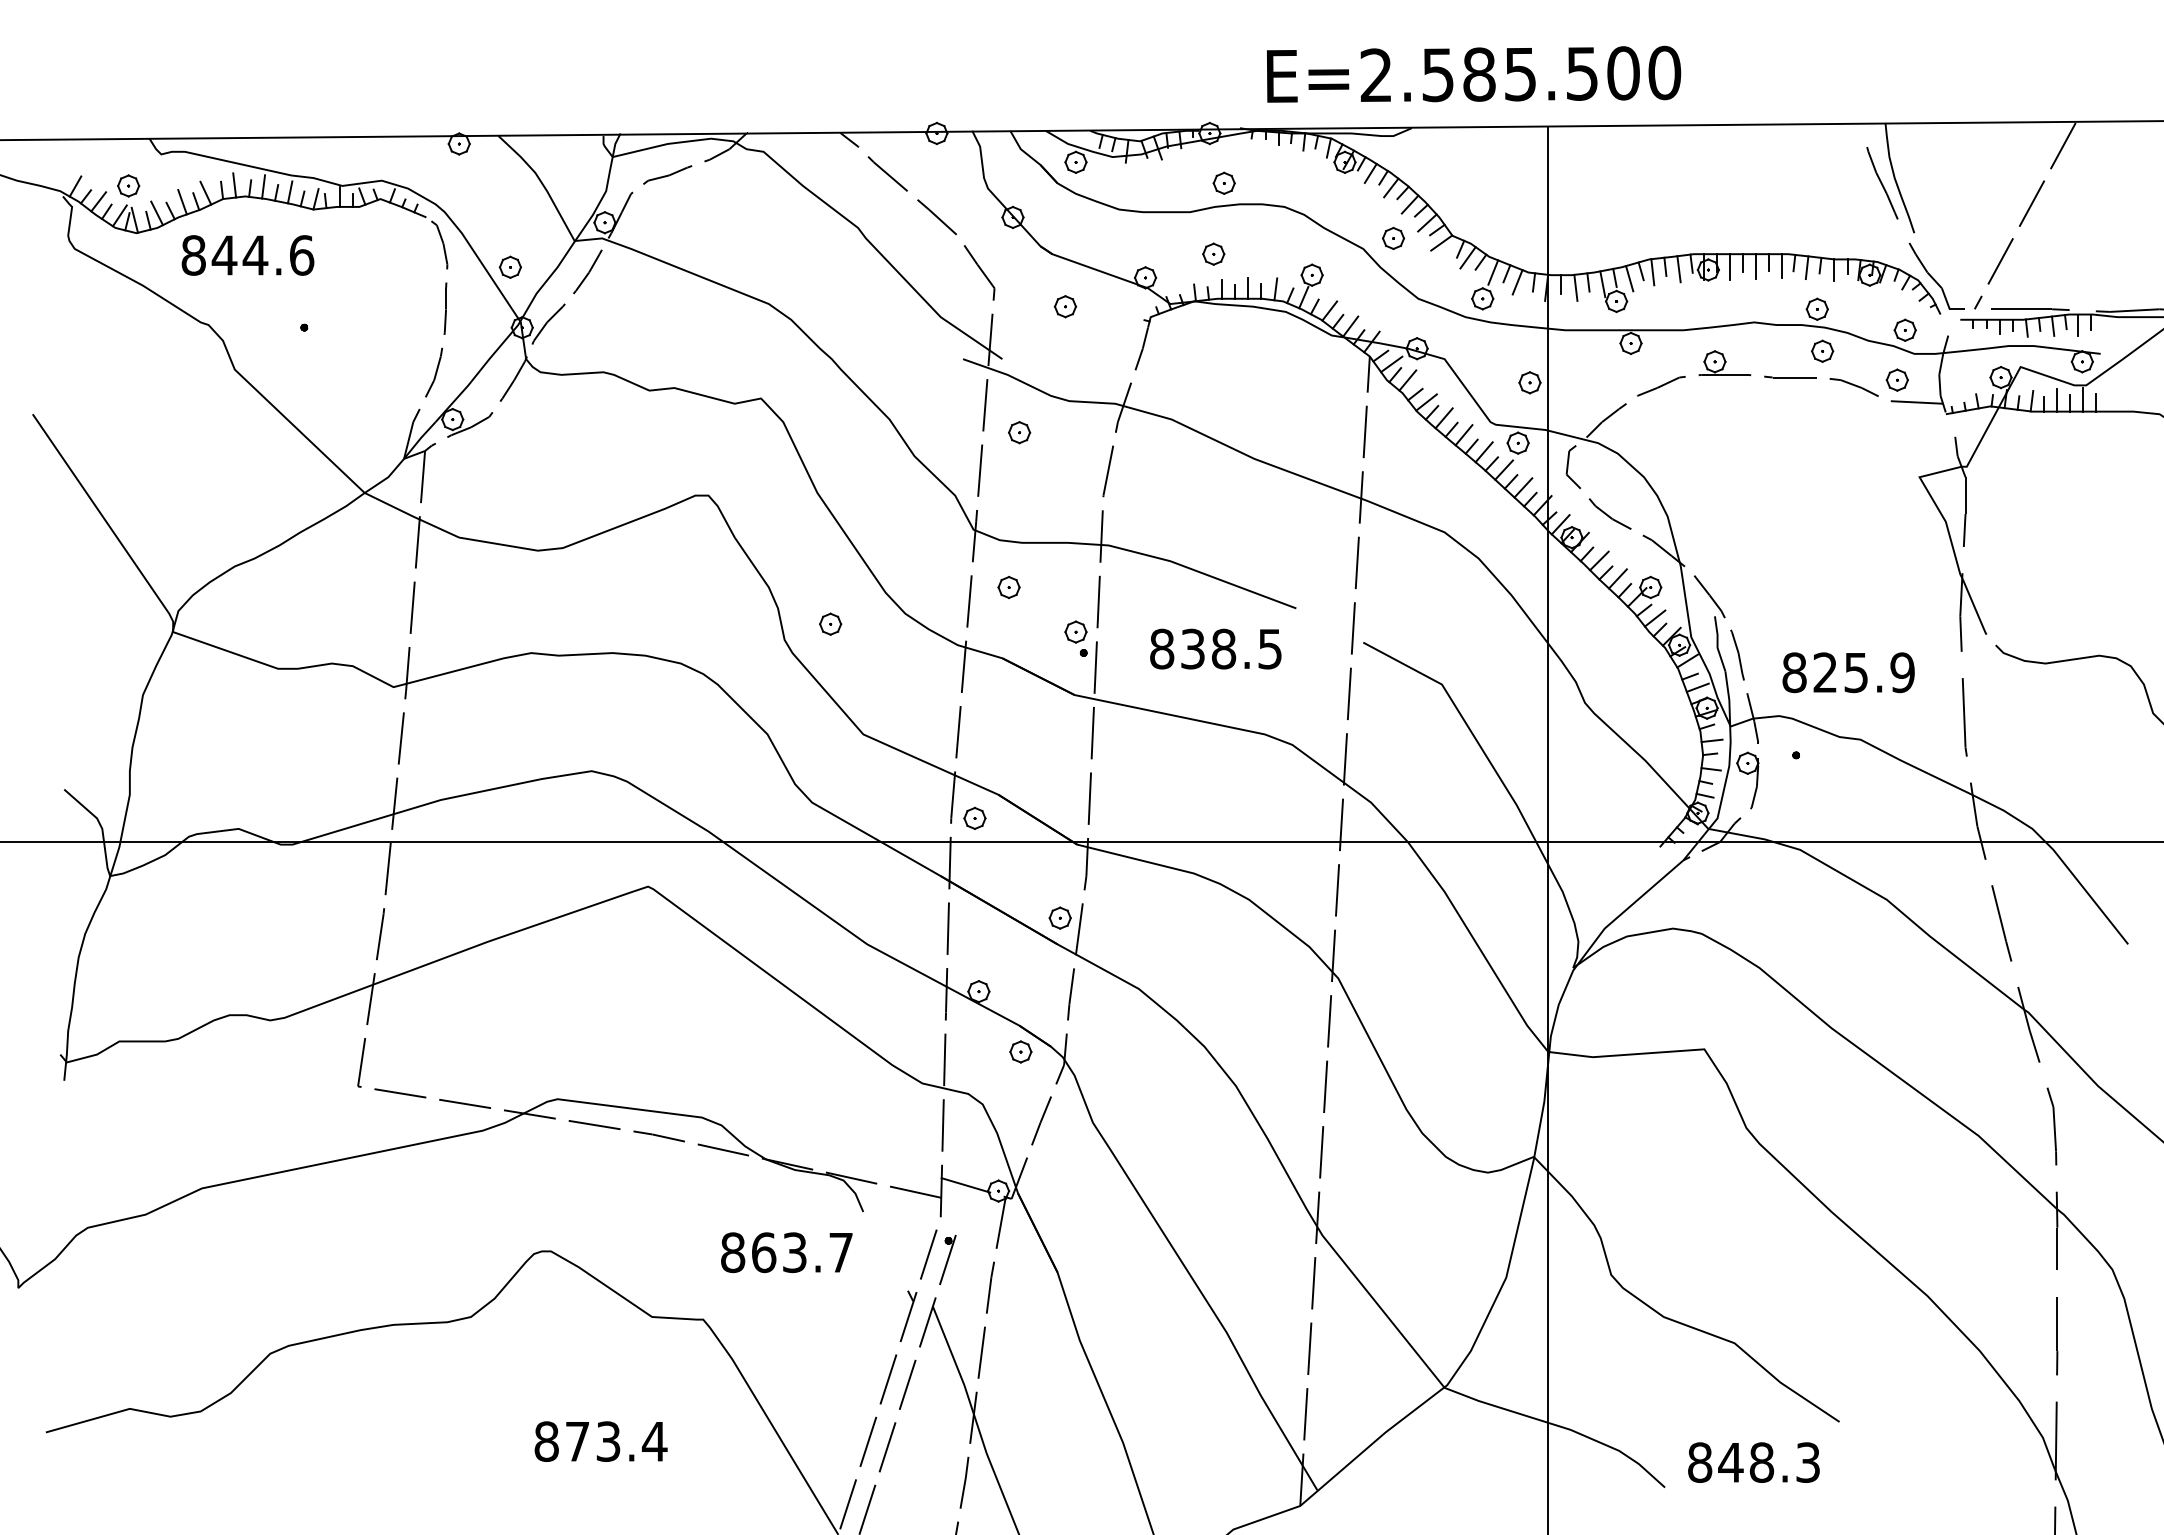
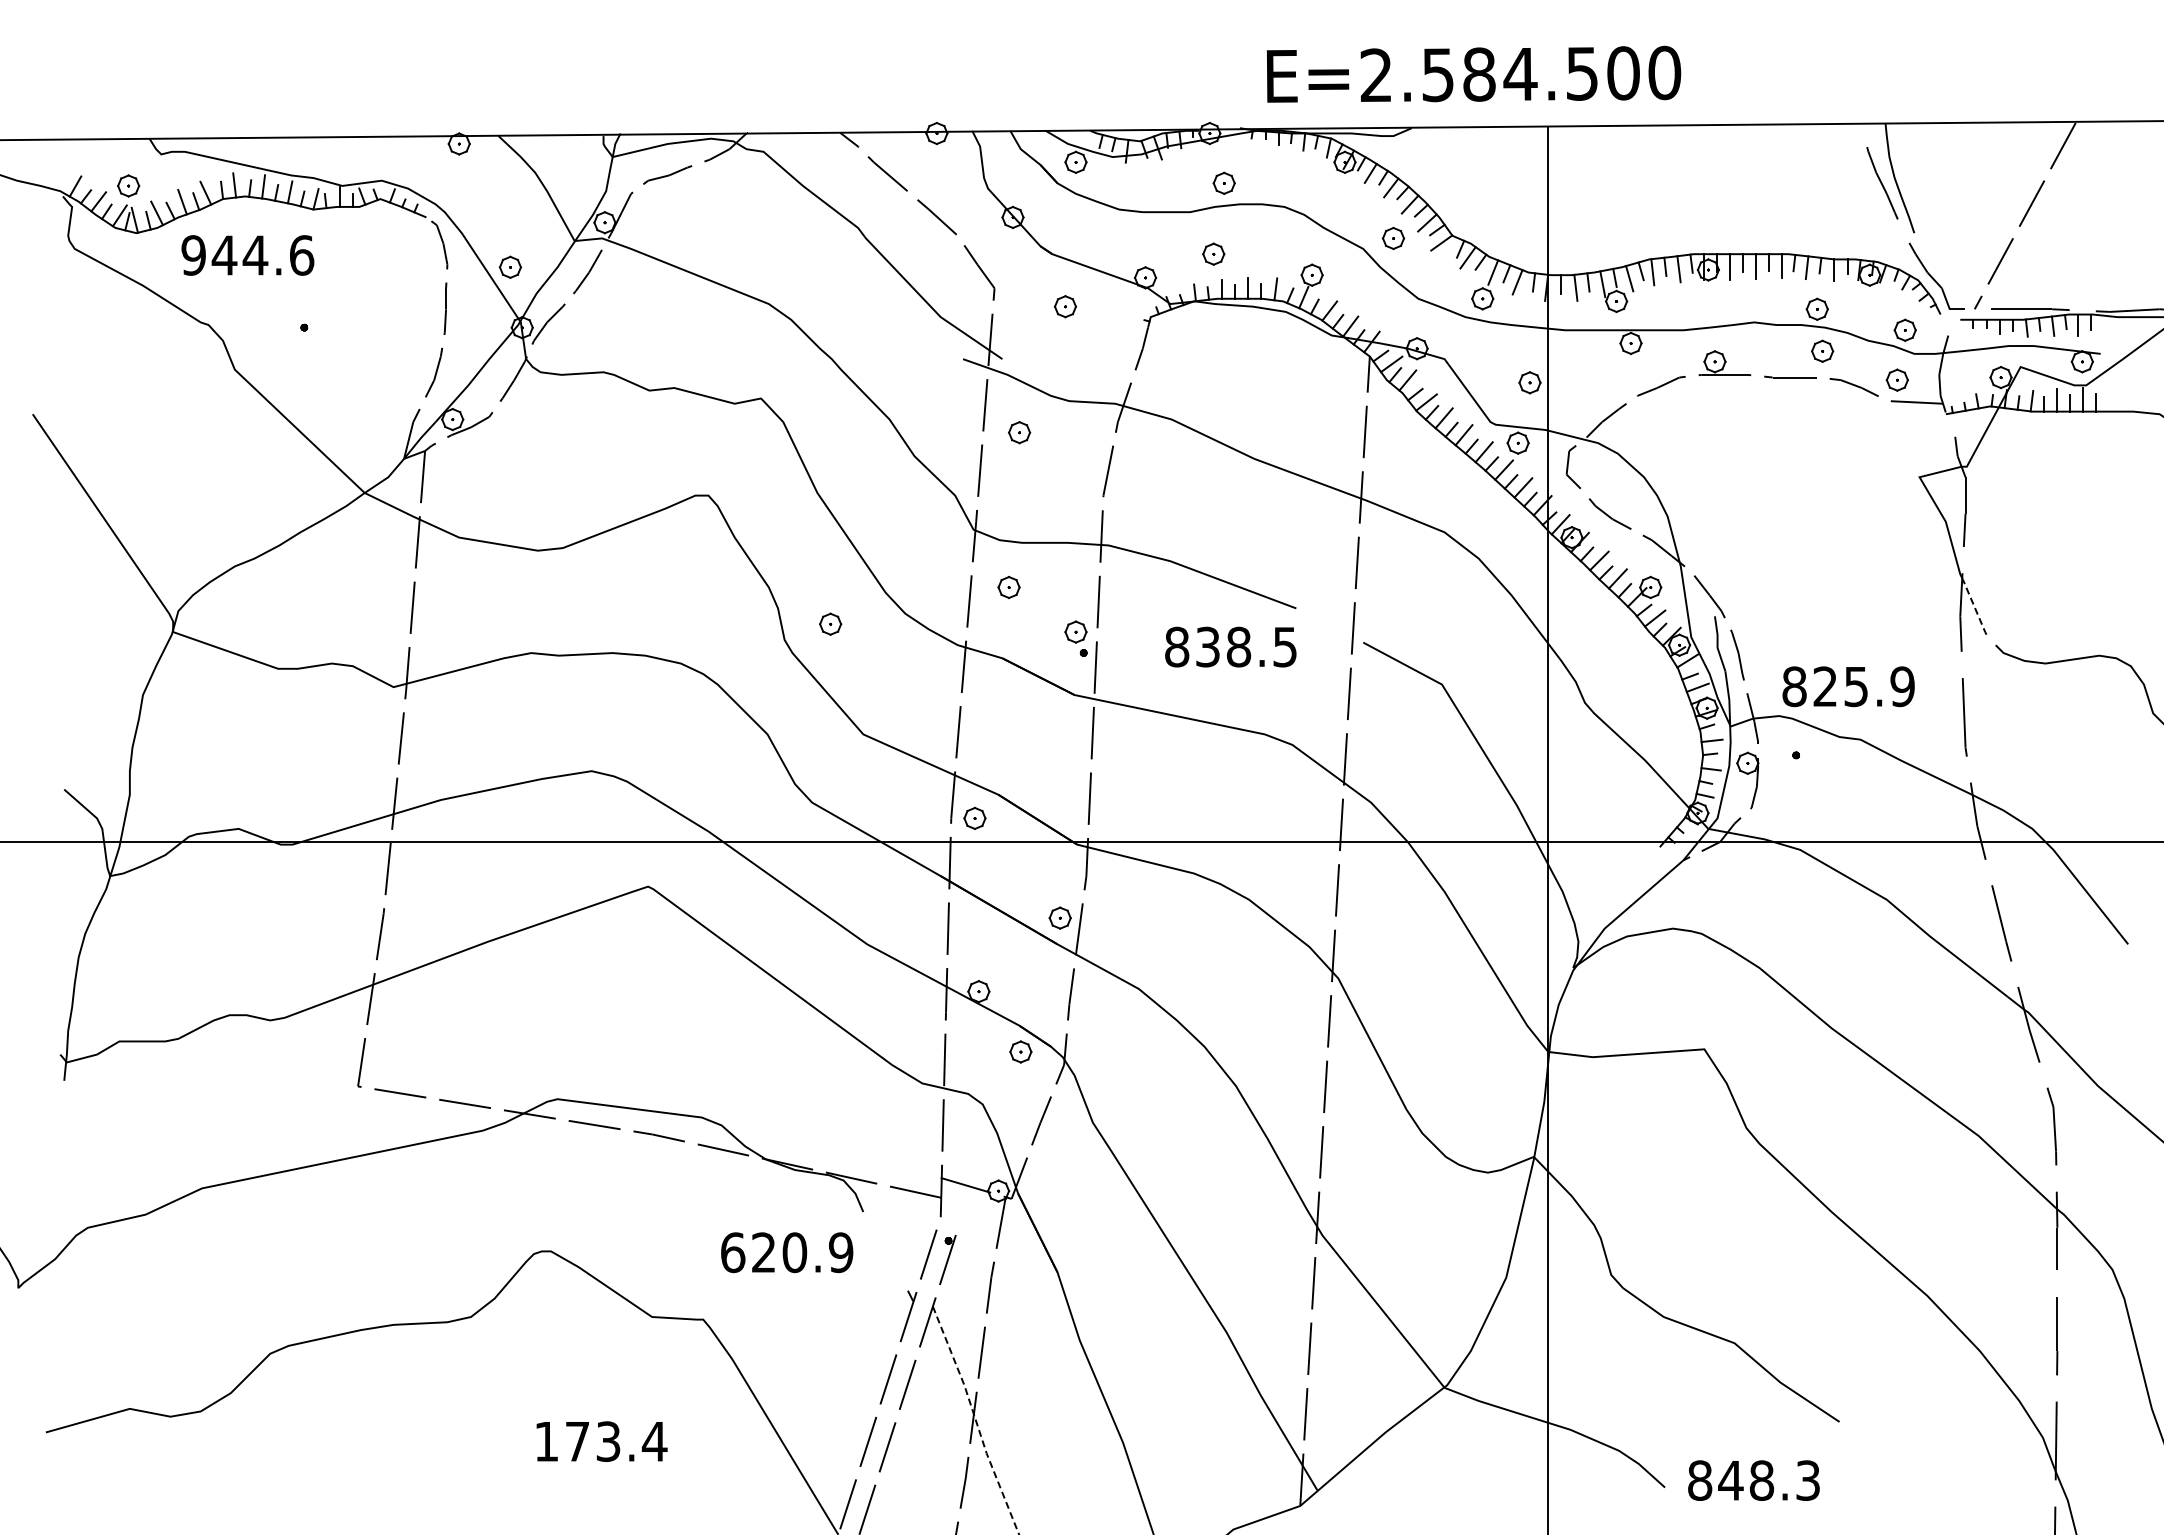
text at (1520, 74): E=2.585.500 -> E=2.584.500
text at (193, 255): 844.6 -> 944.6
line at (1974, 607): solid -> dashed
text at (1215, 648) position: (1215, 648) -> (1230, 646)
text at (1848, 672) position: (1848, 672) -> (1848, 686)
text at (787, 1252): 863.7 -> 620.9
line at (976, 1421): solid -> dashed
text at (546, 1441): 873.4 -> 173.4
text at (1753, 1462) position: (1753, 1462) -> (1753, 1480)
